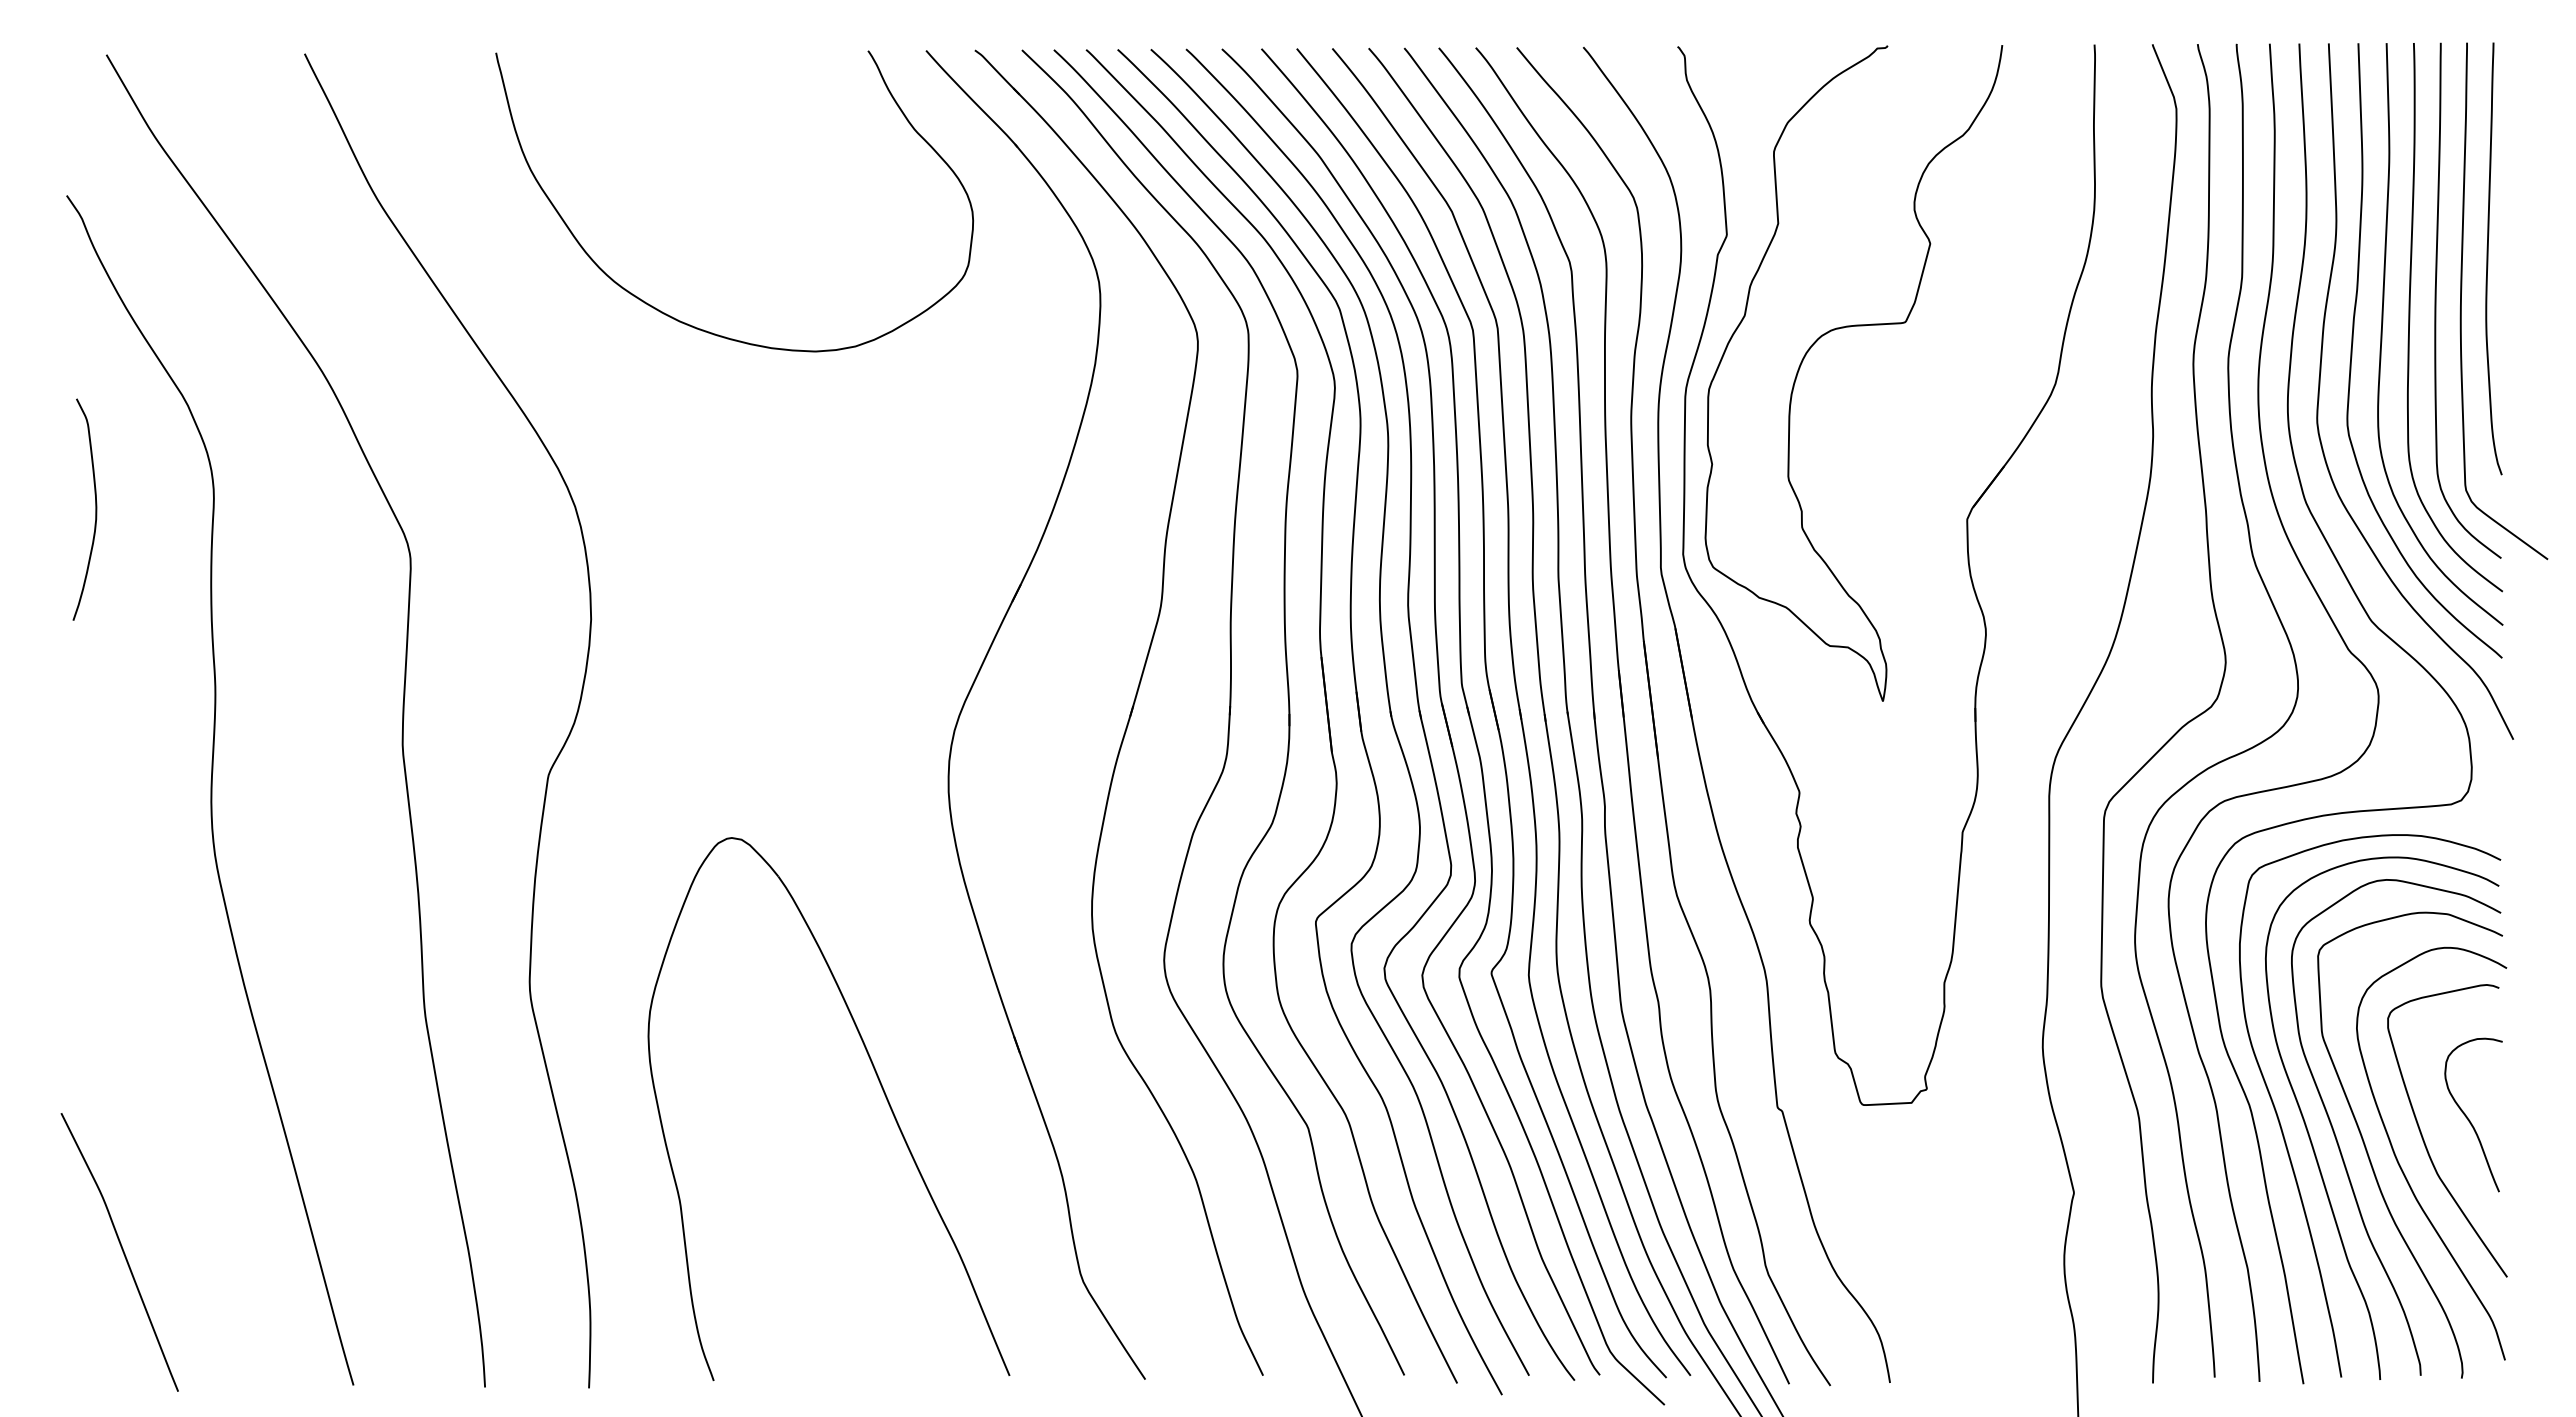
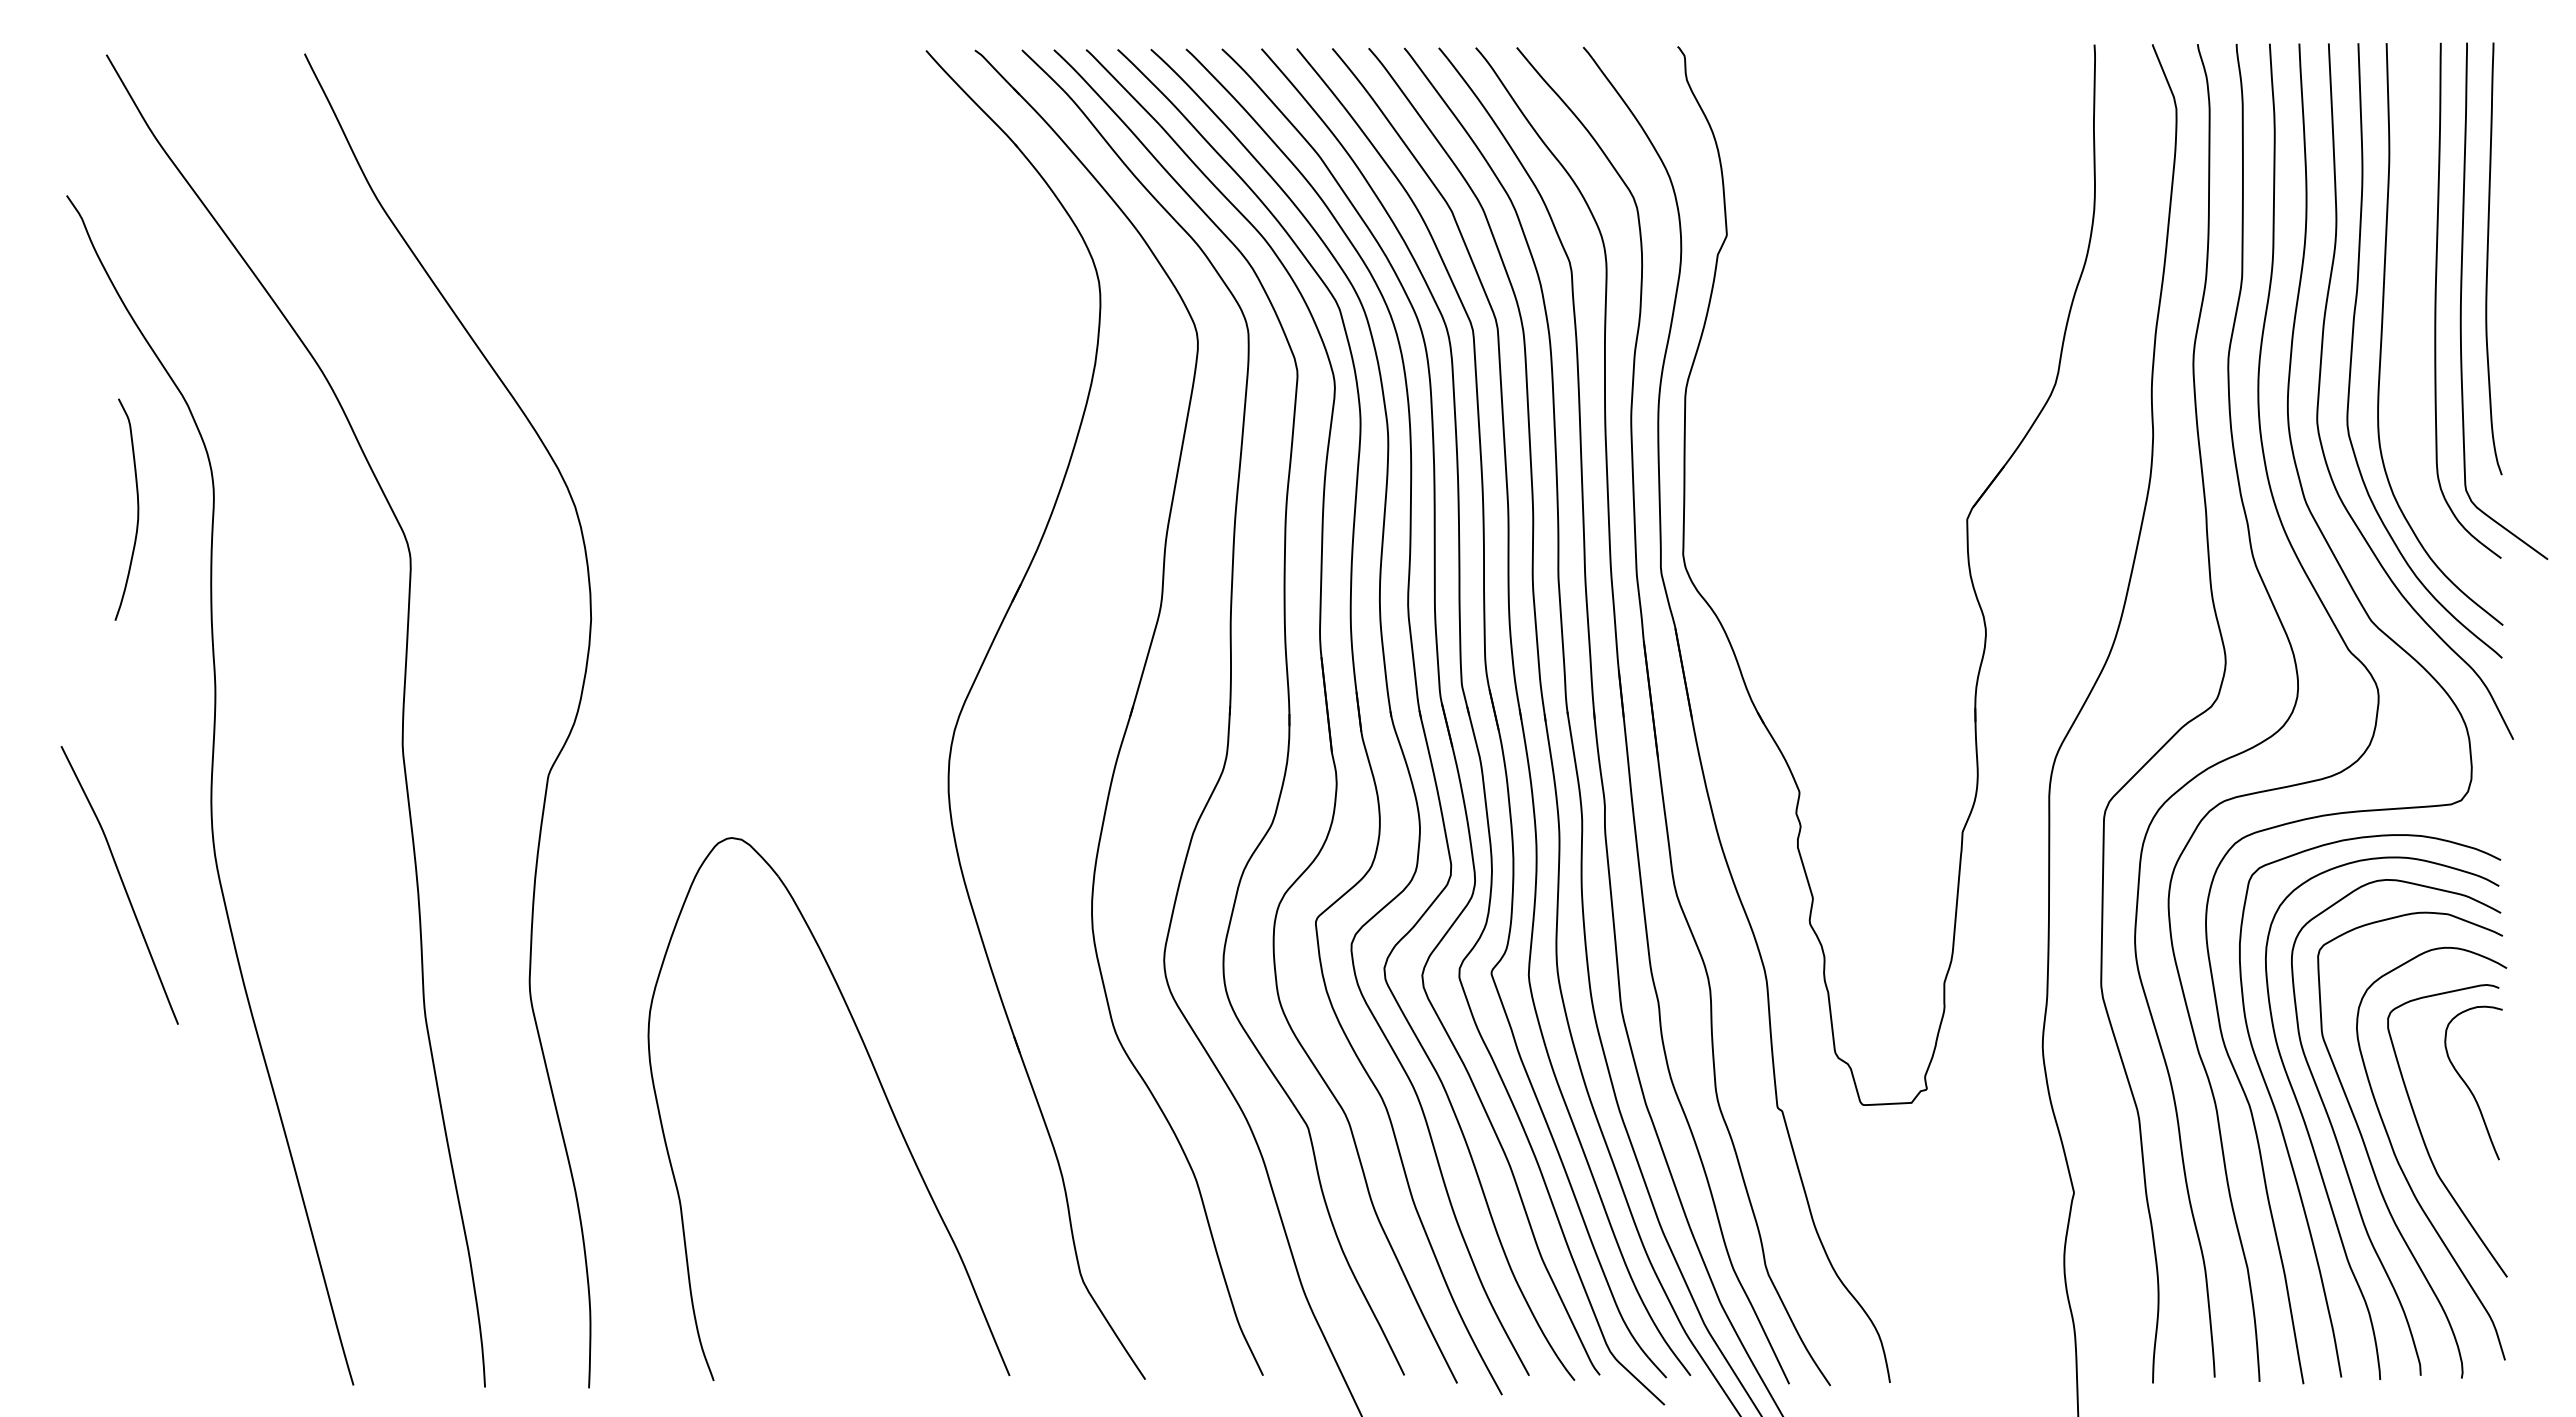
curve at (2410, 317): present -> none
curve at (685, 322): present -> none
curve at (1850, 327): present -> none
curve at (95, 509) position: (95, 509) -> (137, 509)
curve at (2468, 1117) position: (2468, 1117) -> (2468, 1085)
curve at (122, 1252) position: (122, 1252) -> (122, 885)
